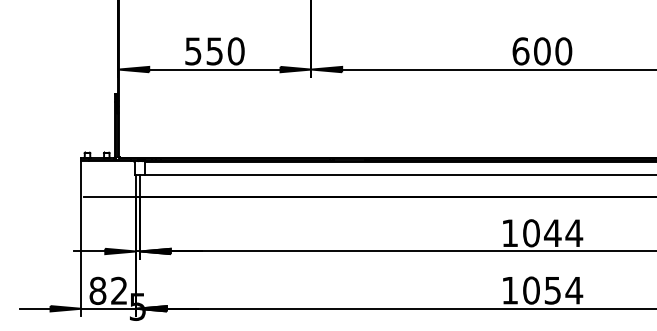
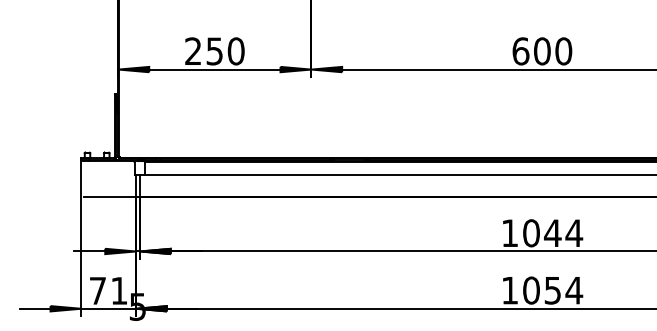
text at (193, 51): 550 -> 250
text at (107, 290): 82 -> 71
